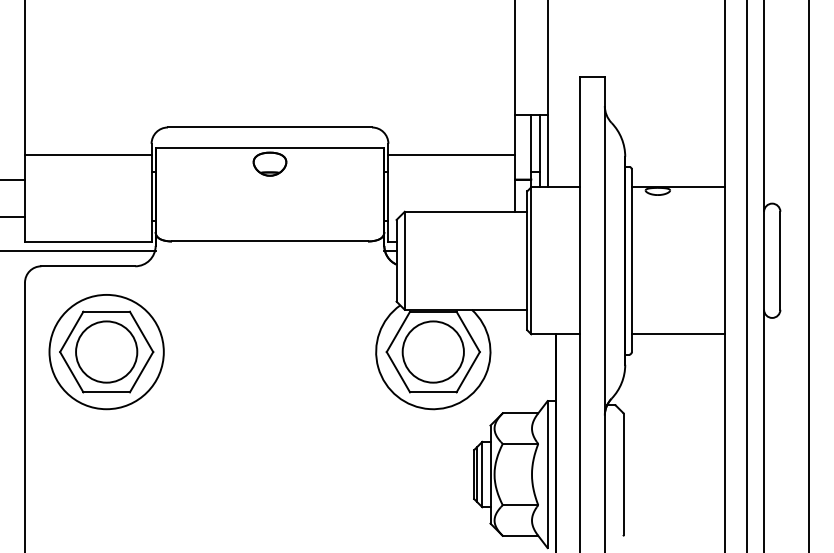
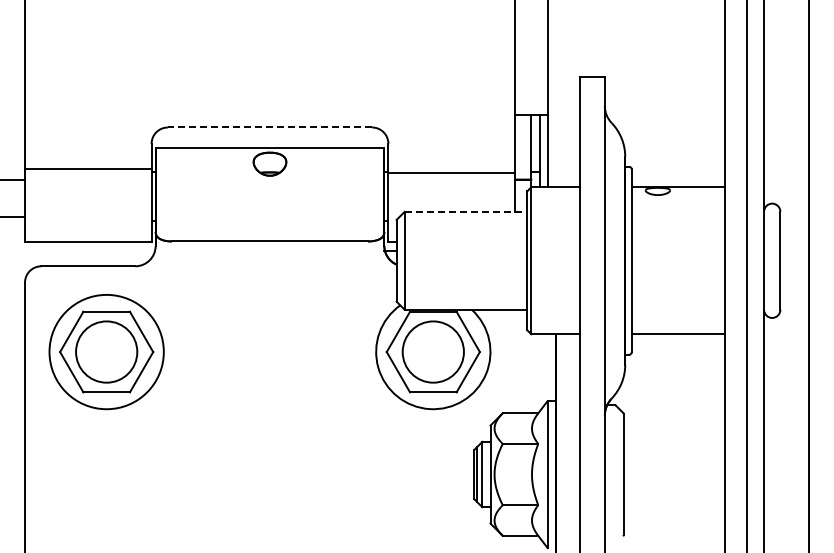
line at (269, 127): solid -> dashed
line at (88, 155) position: (88, 155) -> (88, 169)
line at (451, 155) position: (451, 155) -> (451, 173)
line at (466, 211): solid -> dashed
line at (78, 250): present -> none
